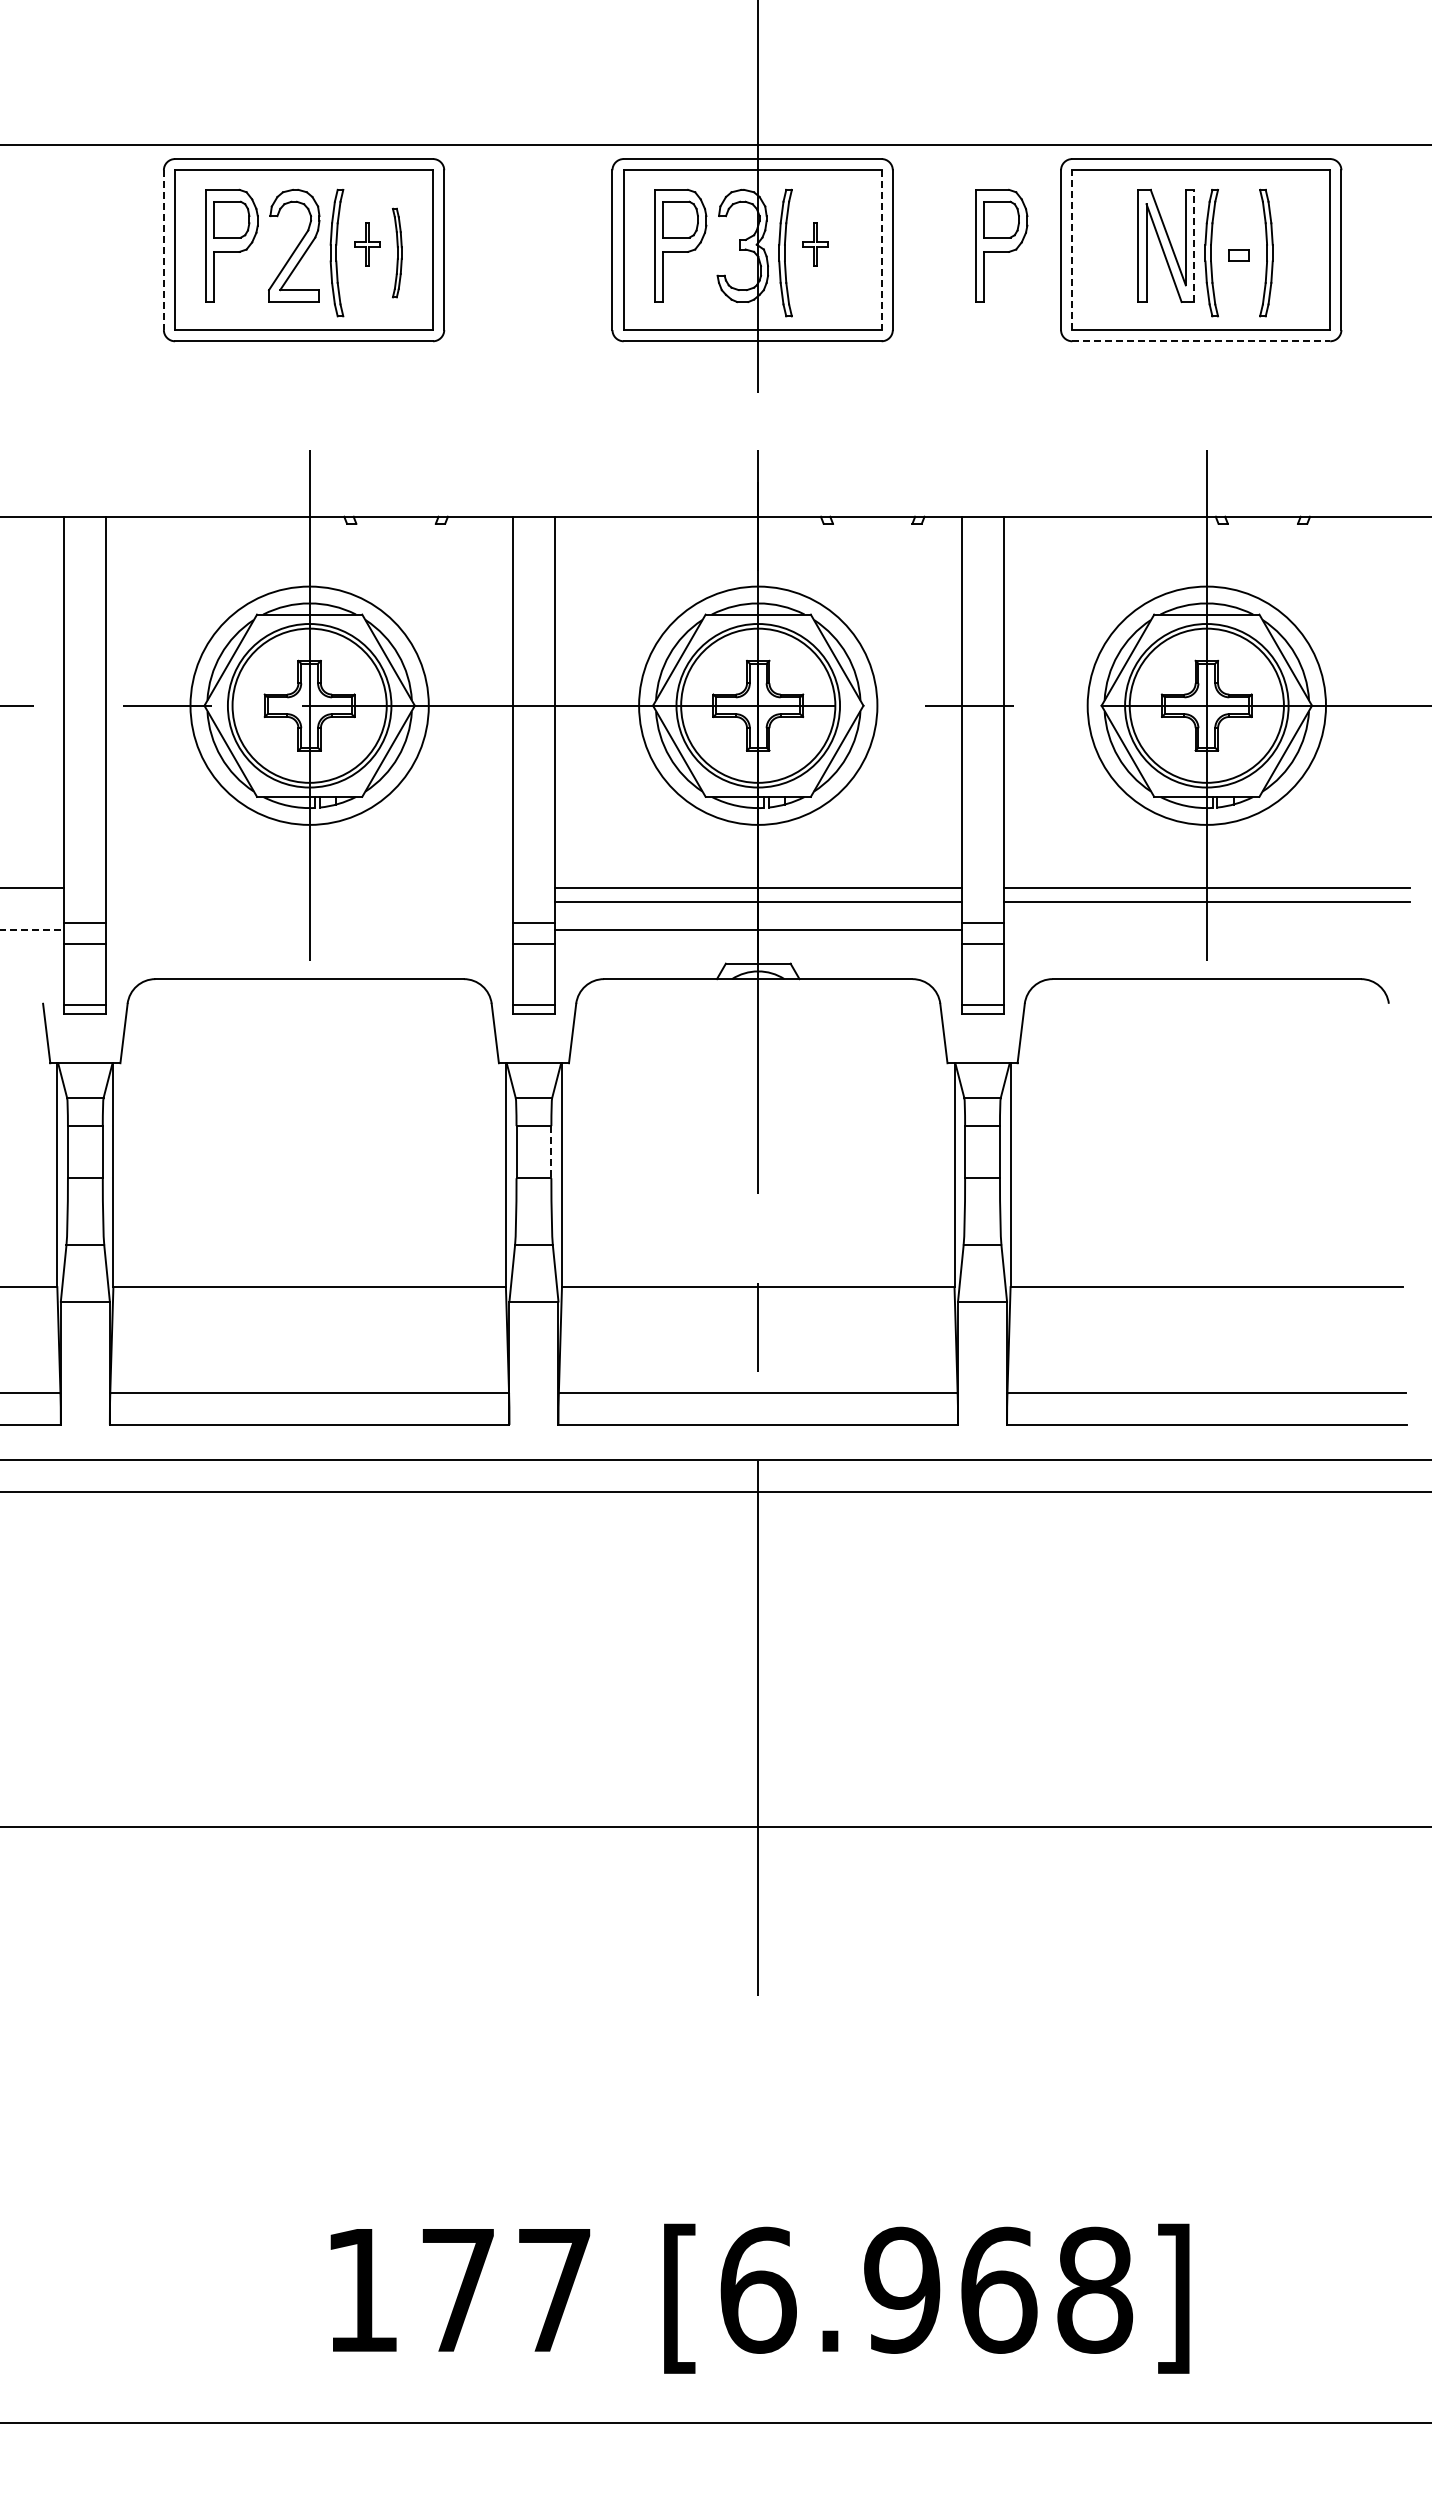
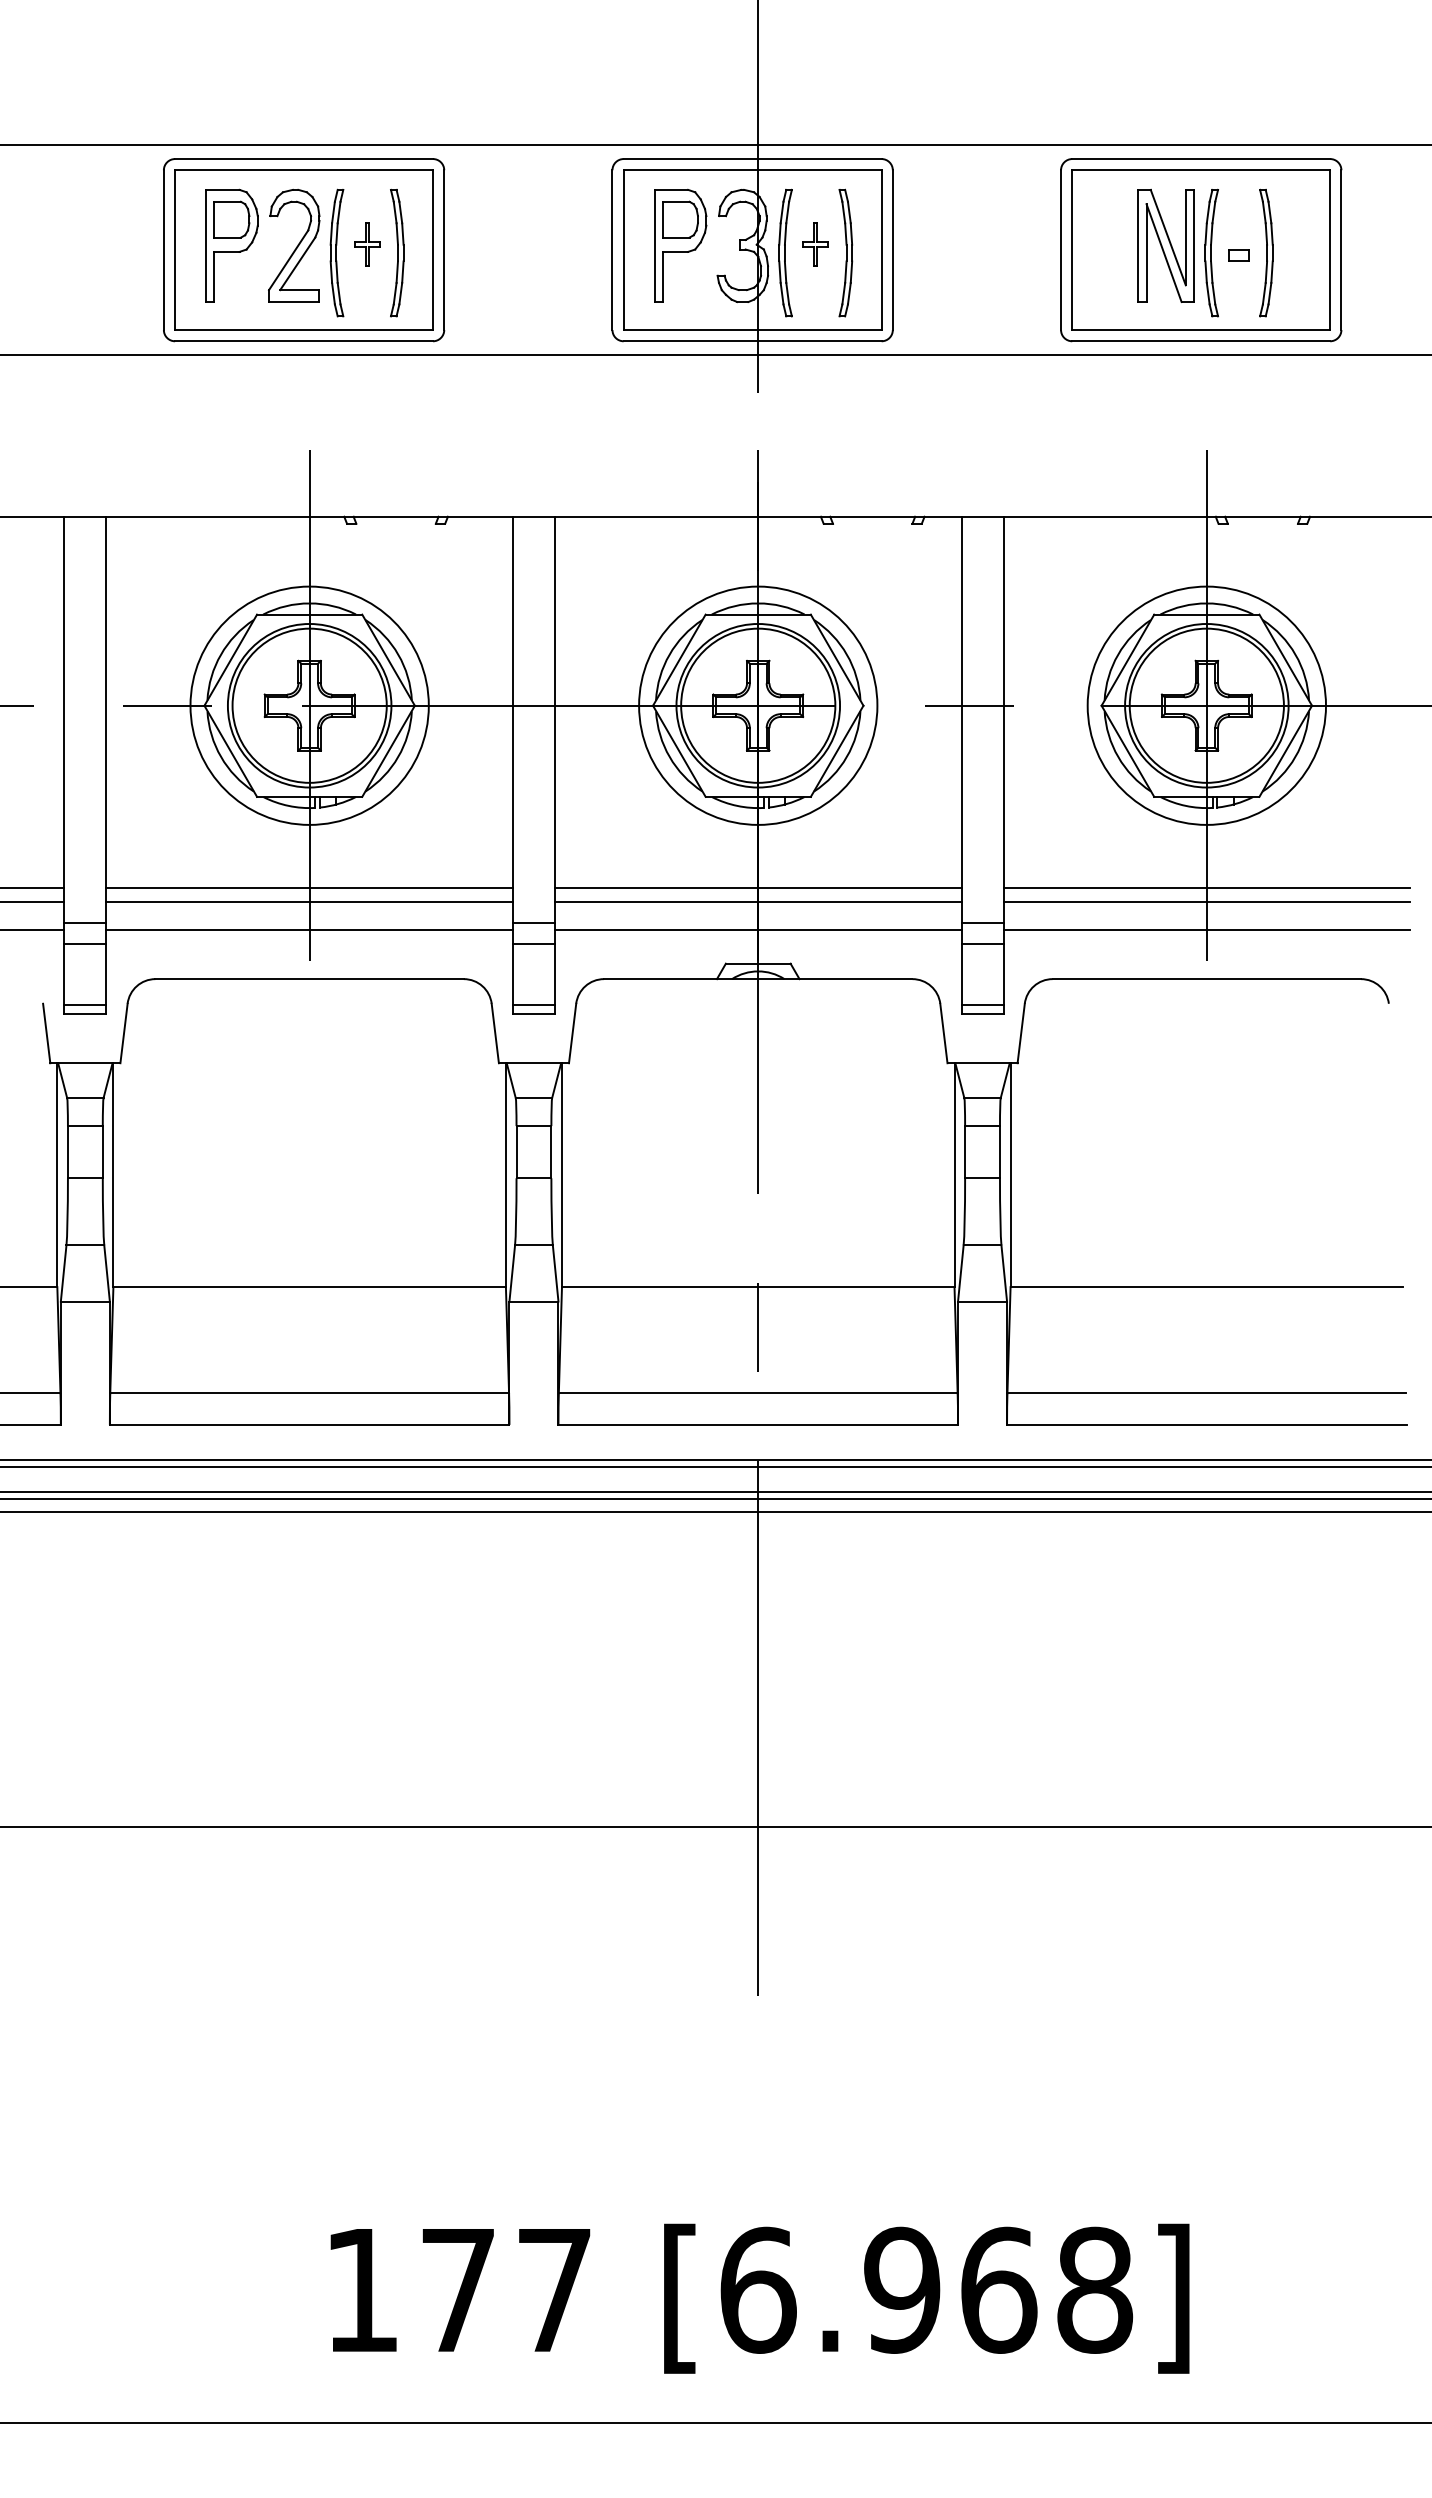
part at (1001, 245): present -> none
line at (1194, 245): dashed -> solid
line at (163, 250): dashed -> solid
line at (881, 250): dashed -> solid
line at (1072, 250): dashed -> solid
part at (397, 252) size: 11x92 px -> 15x130 px
part at (845, 252): none -> present
line at (1201, 341): dashed -> solid
line at (715, 355): none -> present
line at (309, 888): none -> present
line at (33, 902): none -> present
line at (309, 902): none -> present
line at (32, 930): dashed -> solid
line at (309, 930): none -> present
line at (1206, 930): none -> present
line at (551, 1152): dashed -> solid
line at (715, 1466): none -> present
line at (715, 1499): none -> present
line at (715, 1511): none -> present
